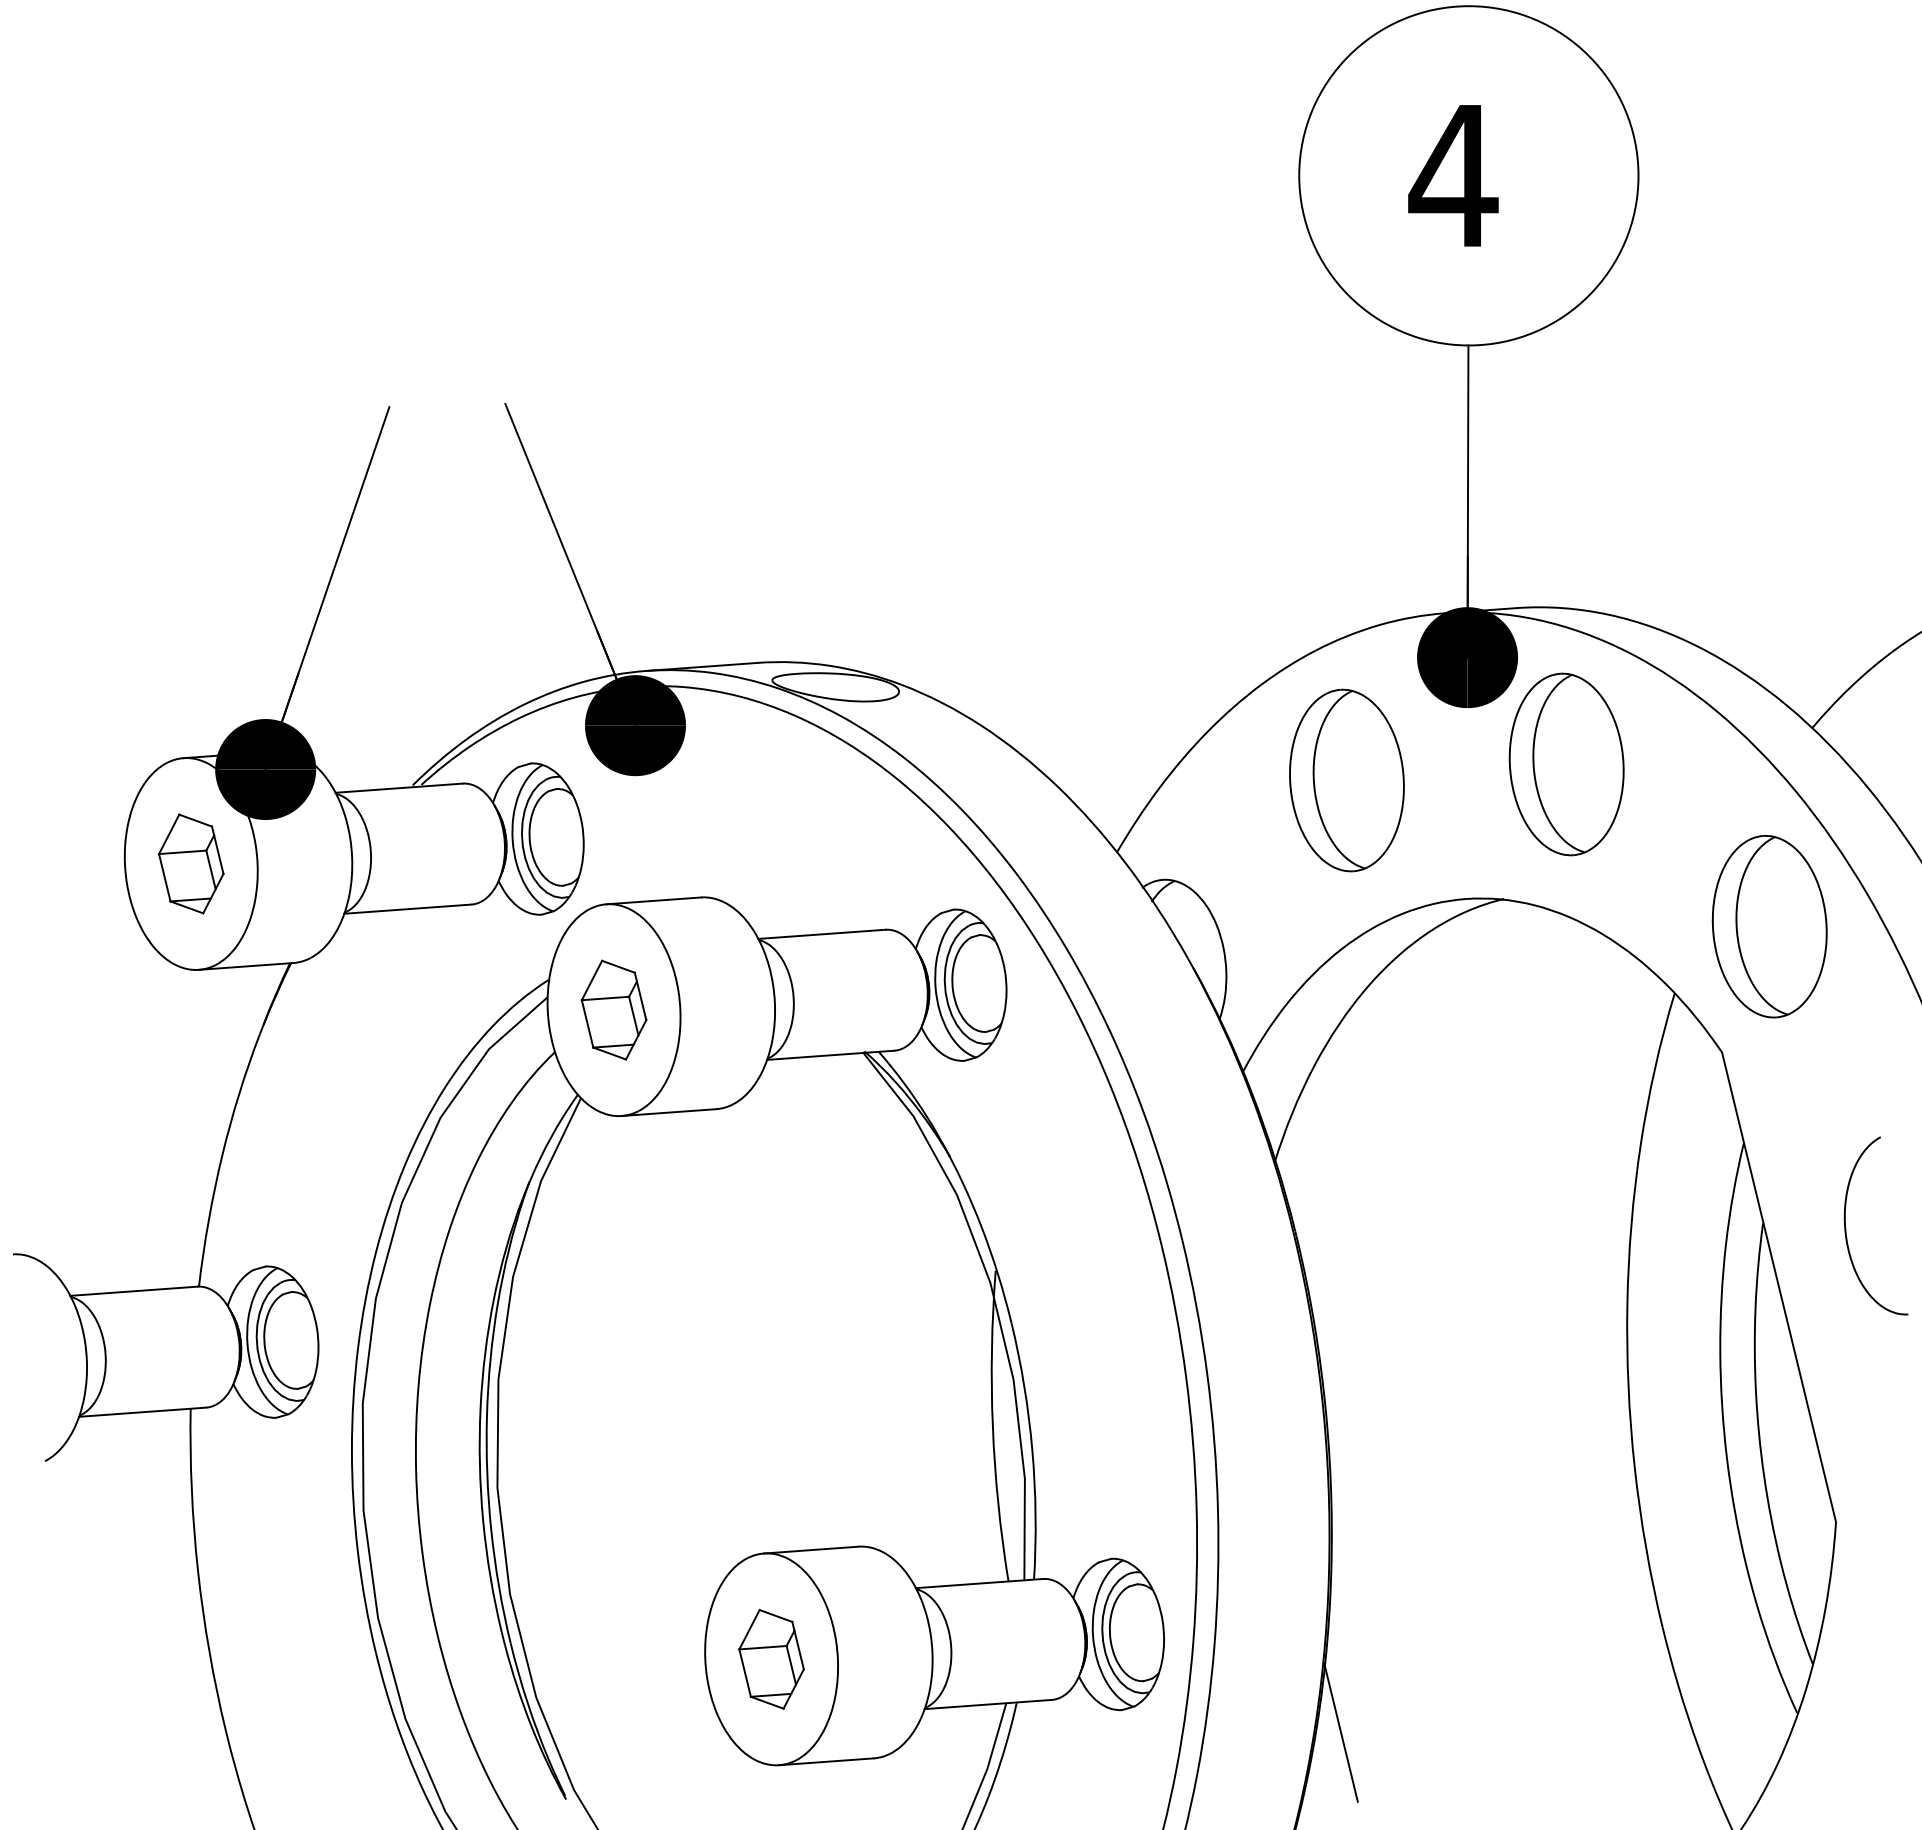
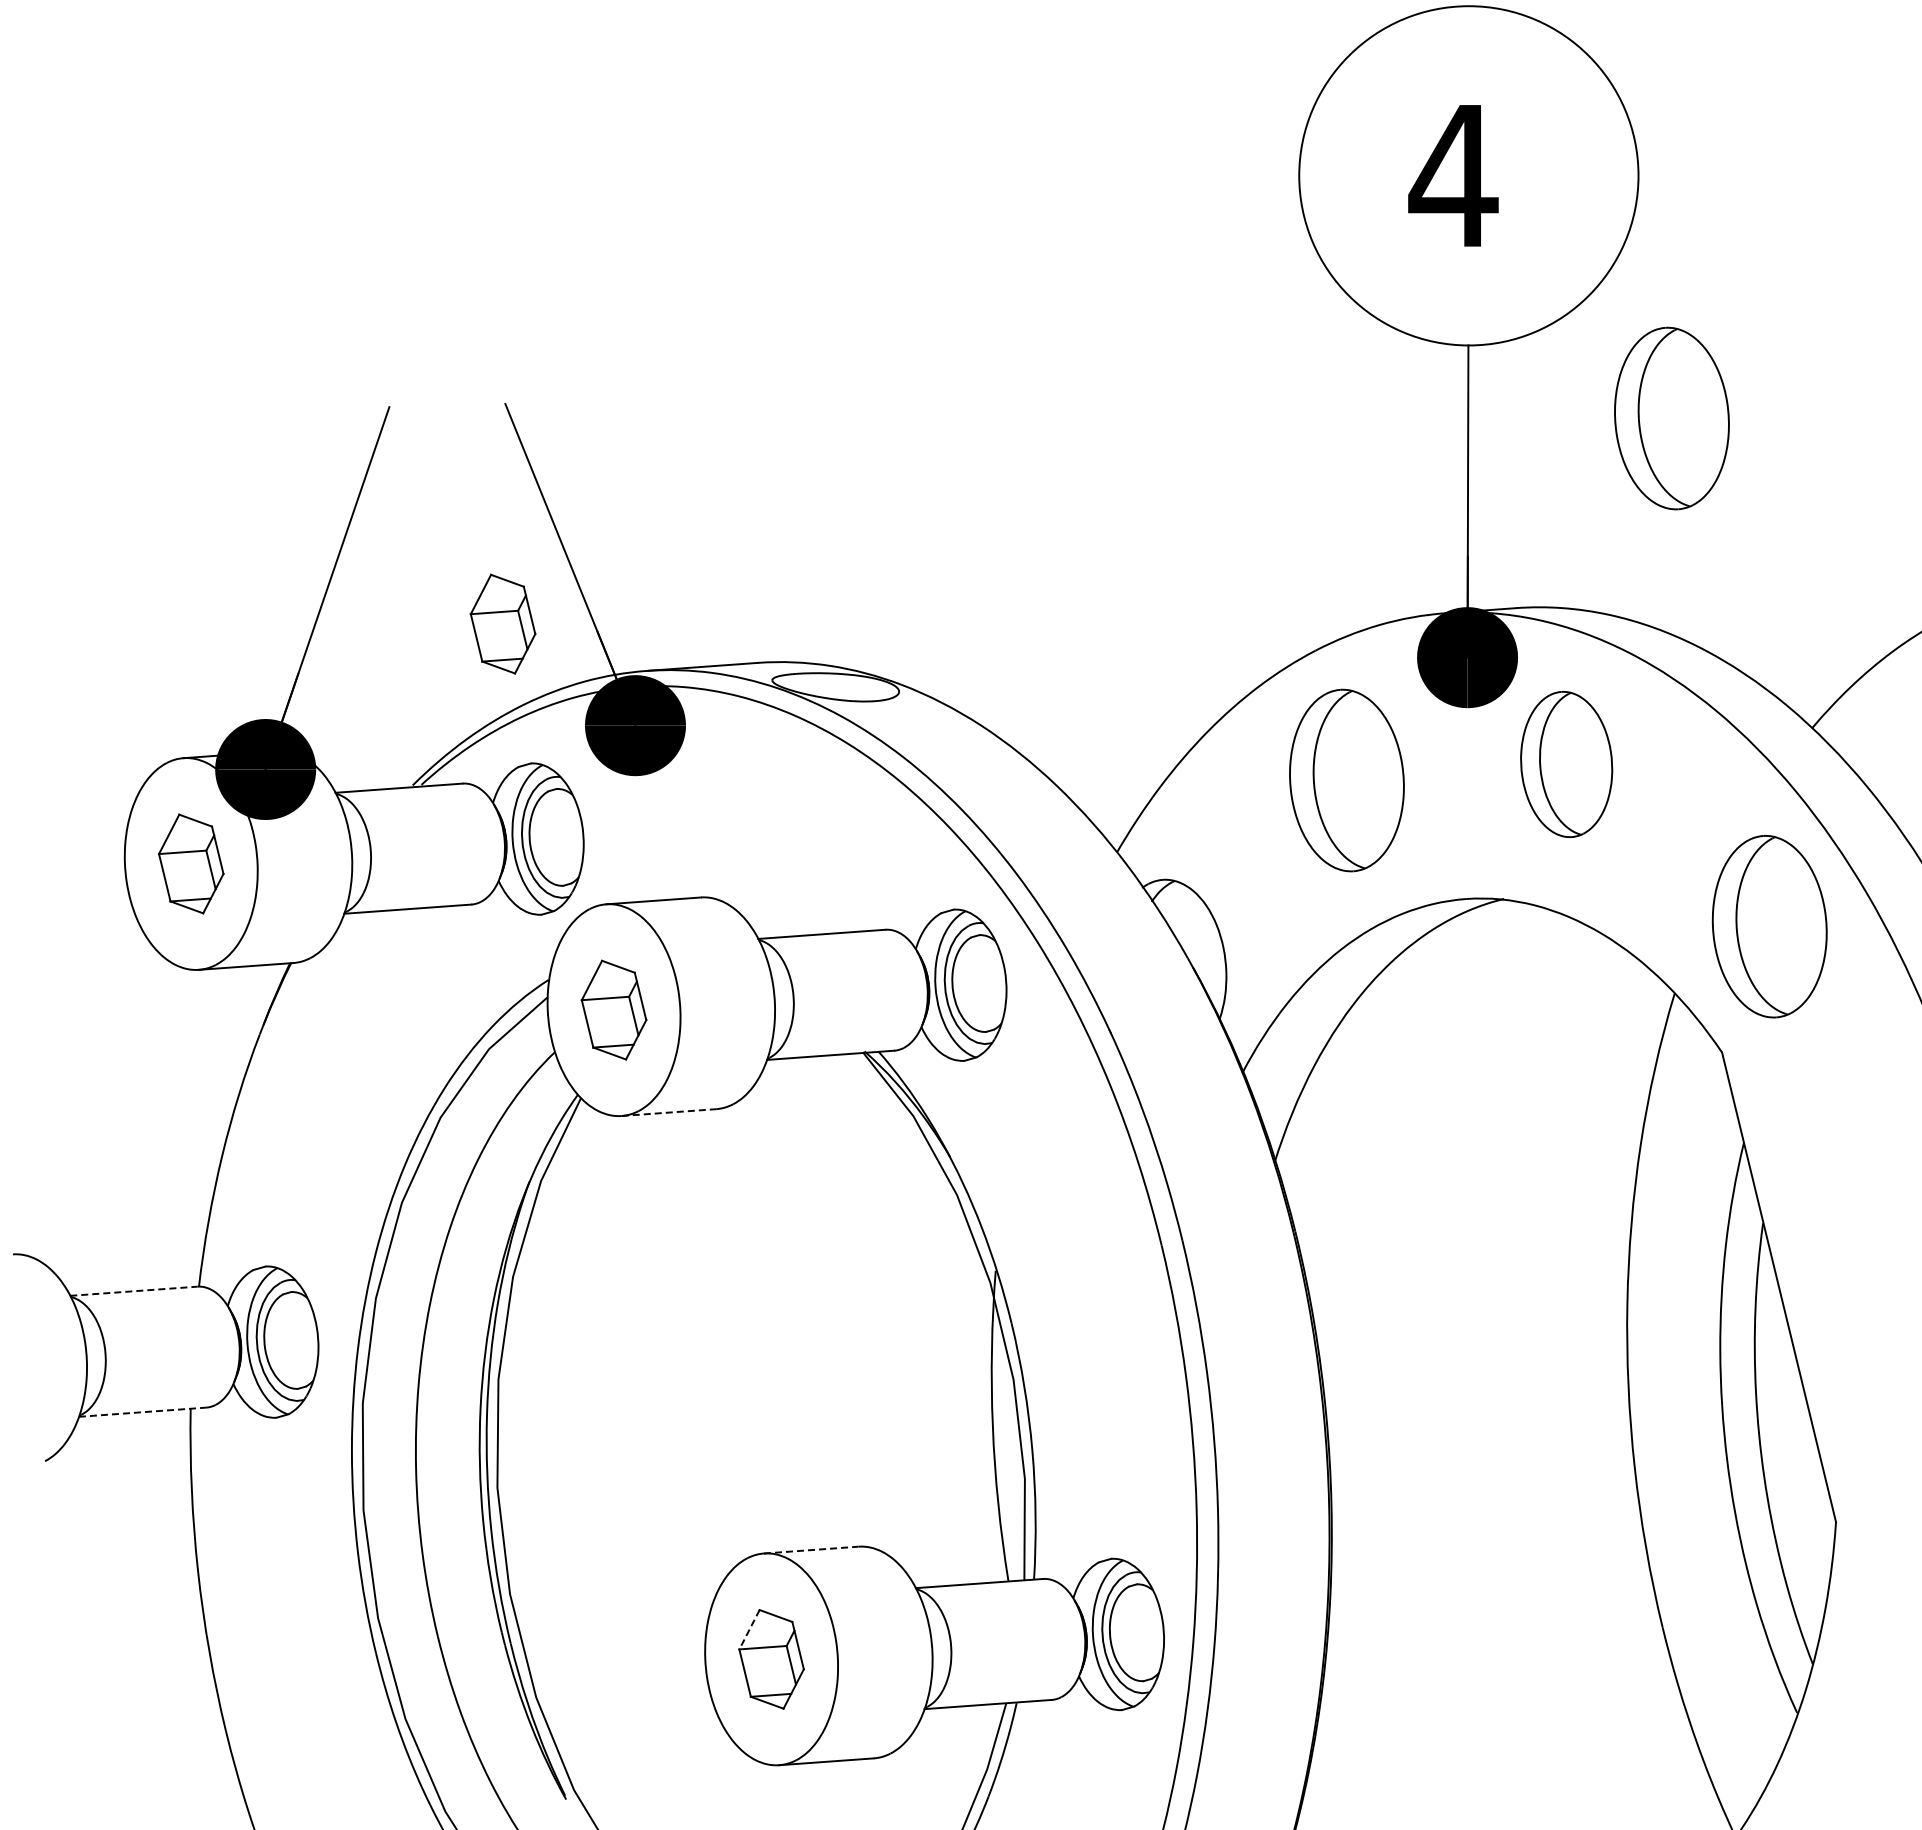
part at (1671, 418): none -> present
part at (502, 623): none -> present
part at (1566, 764) size: 117x185 px -> 94x147 px
line at (669, 1112): solid -> dashed
curve at (1846, 1228): present -> none
line at (133, 1291): solid -> dashed
line at (142, 1412): solid -> dashed
line at (811, 1550): solid -> dashed
line at (749, 1630): solid -> dashed
line at (1340, 1732): present -> none
